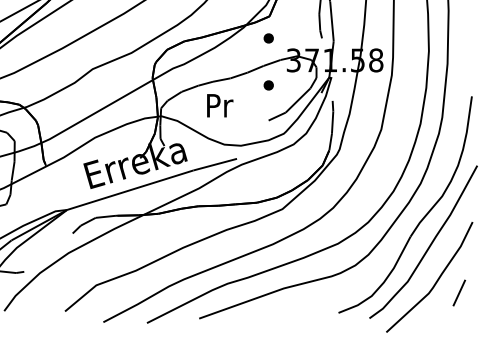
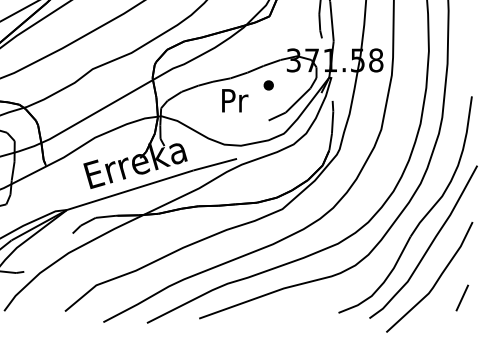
part at (268, 38): present -> none
text at (220, 105) position: (220, 105) -> (235, 100)
line at (459, 292) position: (459, 292) -> (462, 297)
